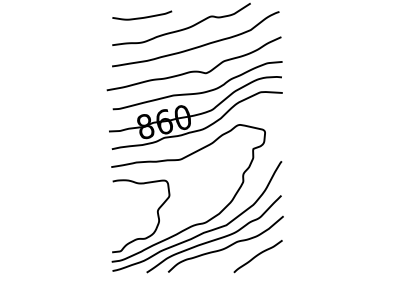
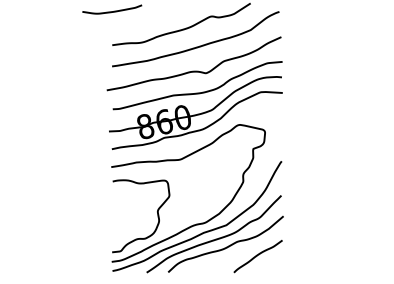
curve at (142, 17) position: (142, 17) -> (112, 11)
